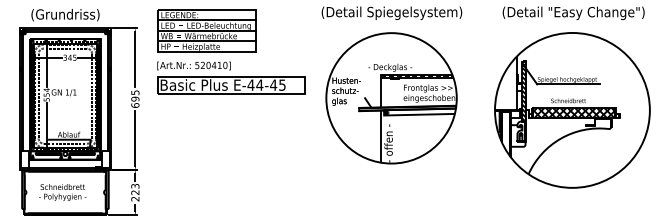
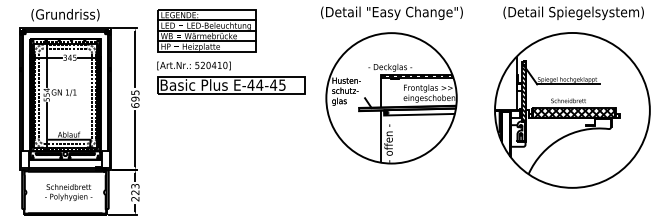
text at (391, 12): (Detail Spiegelsystem) -> (Detail "Easy Change")
text at (573, 13): (Detail "Easy Change") -> (Detail Spiegelsystem)
text at (62, 192) position: (62, 192) -> (68, 192)
